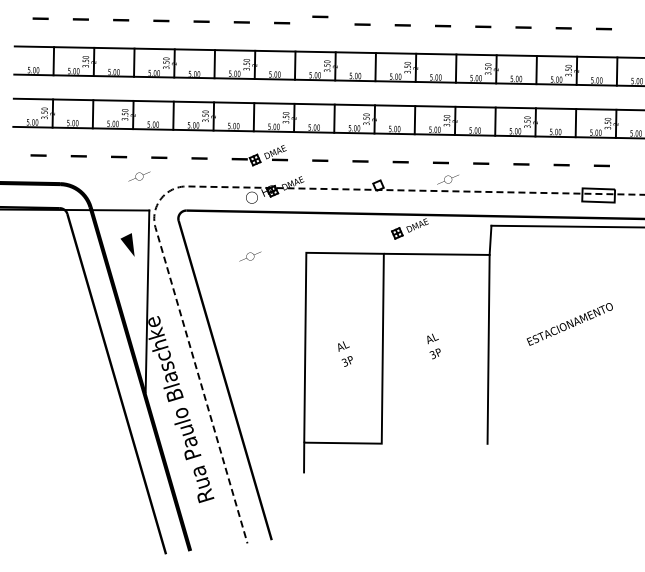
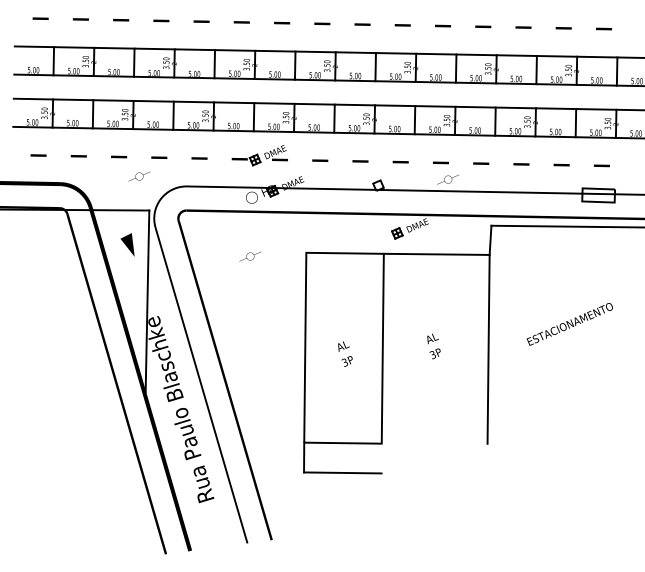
part at (320, 16) position: (320, 16) -> (322, 23)
line at (211, 186): dashed -> solid
line at (342, 472): none -> present
